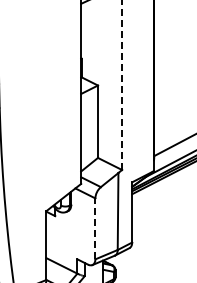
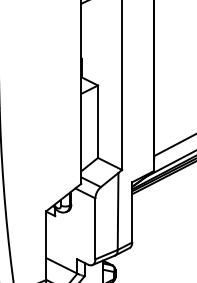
line at (122, 85): dashed -> solid
line at (95, 228): dashed -> solid
